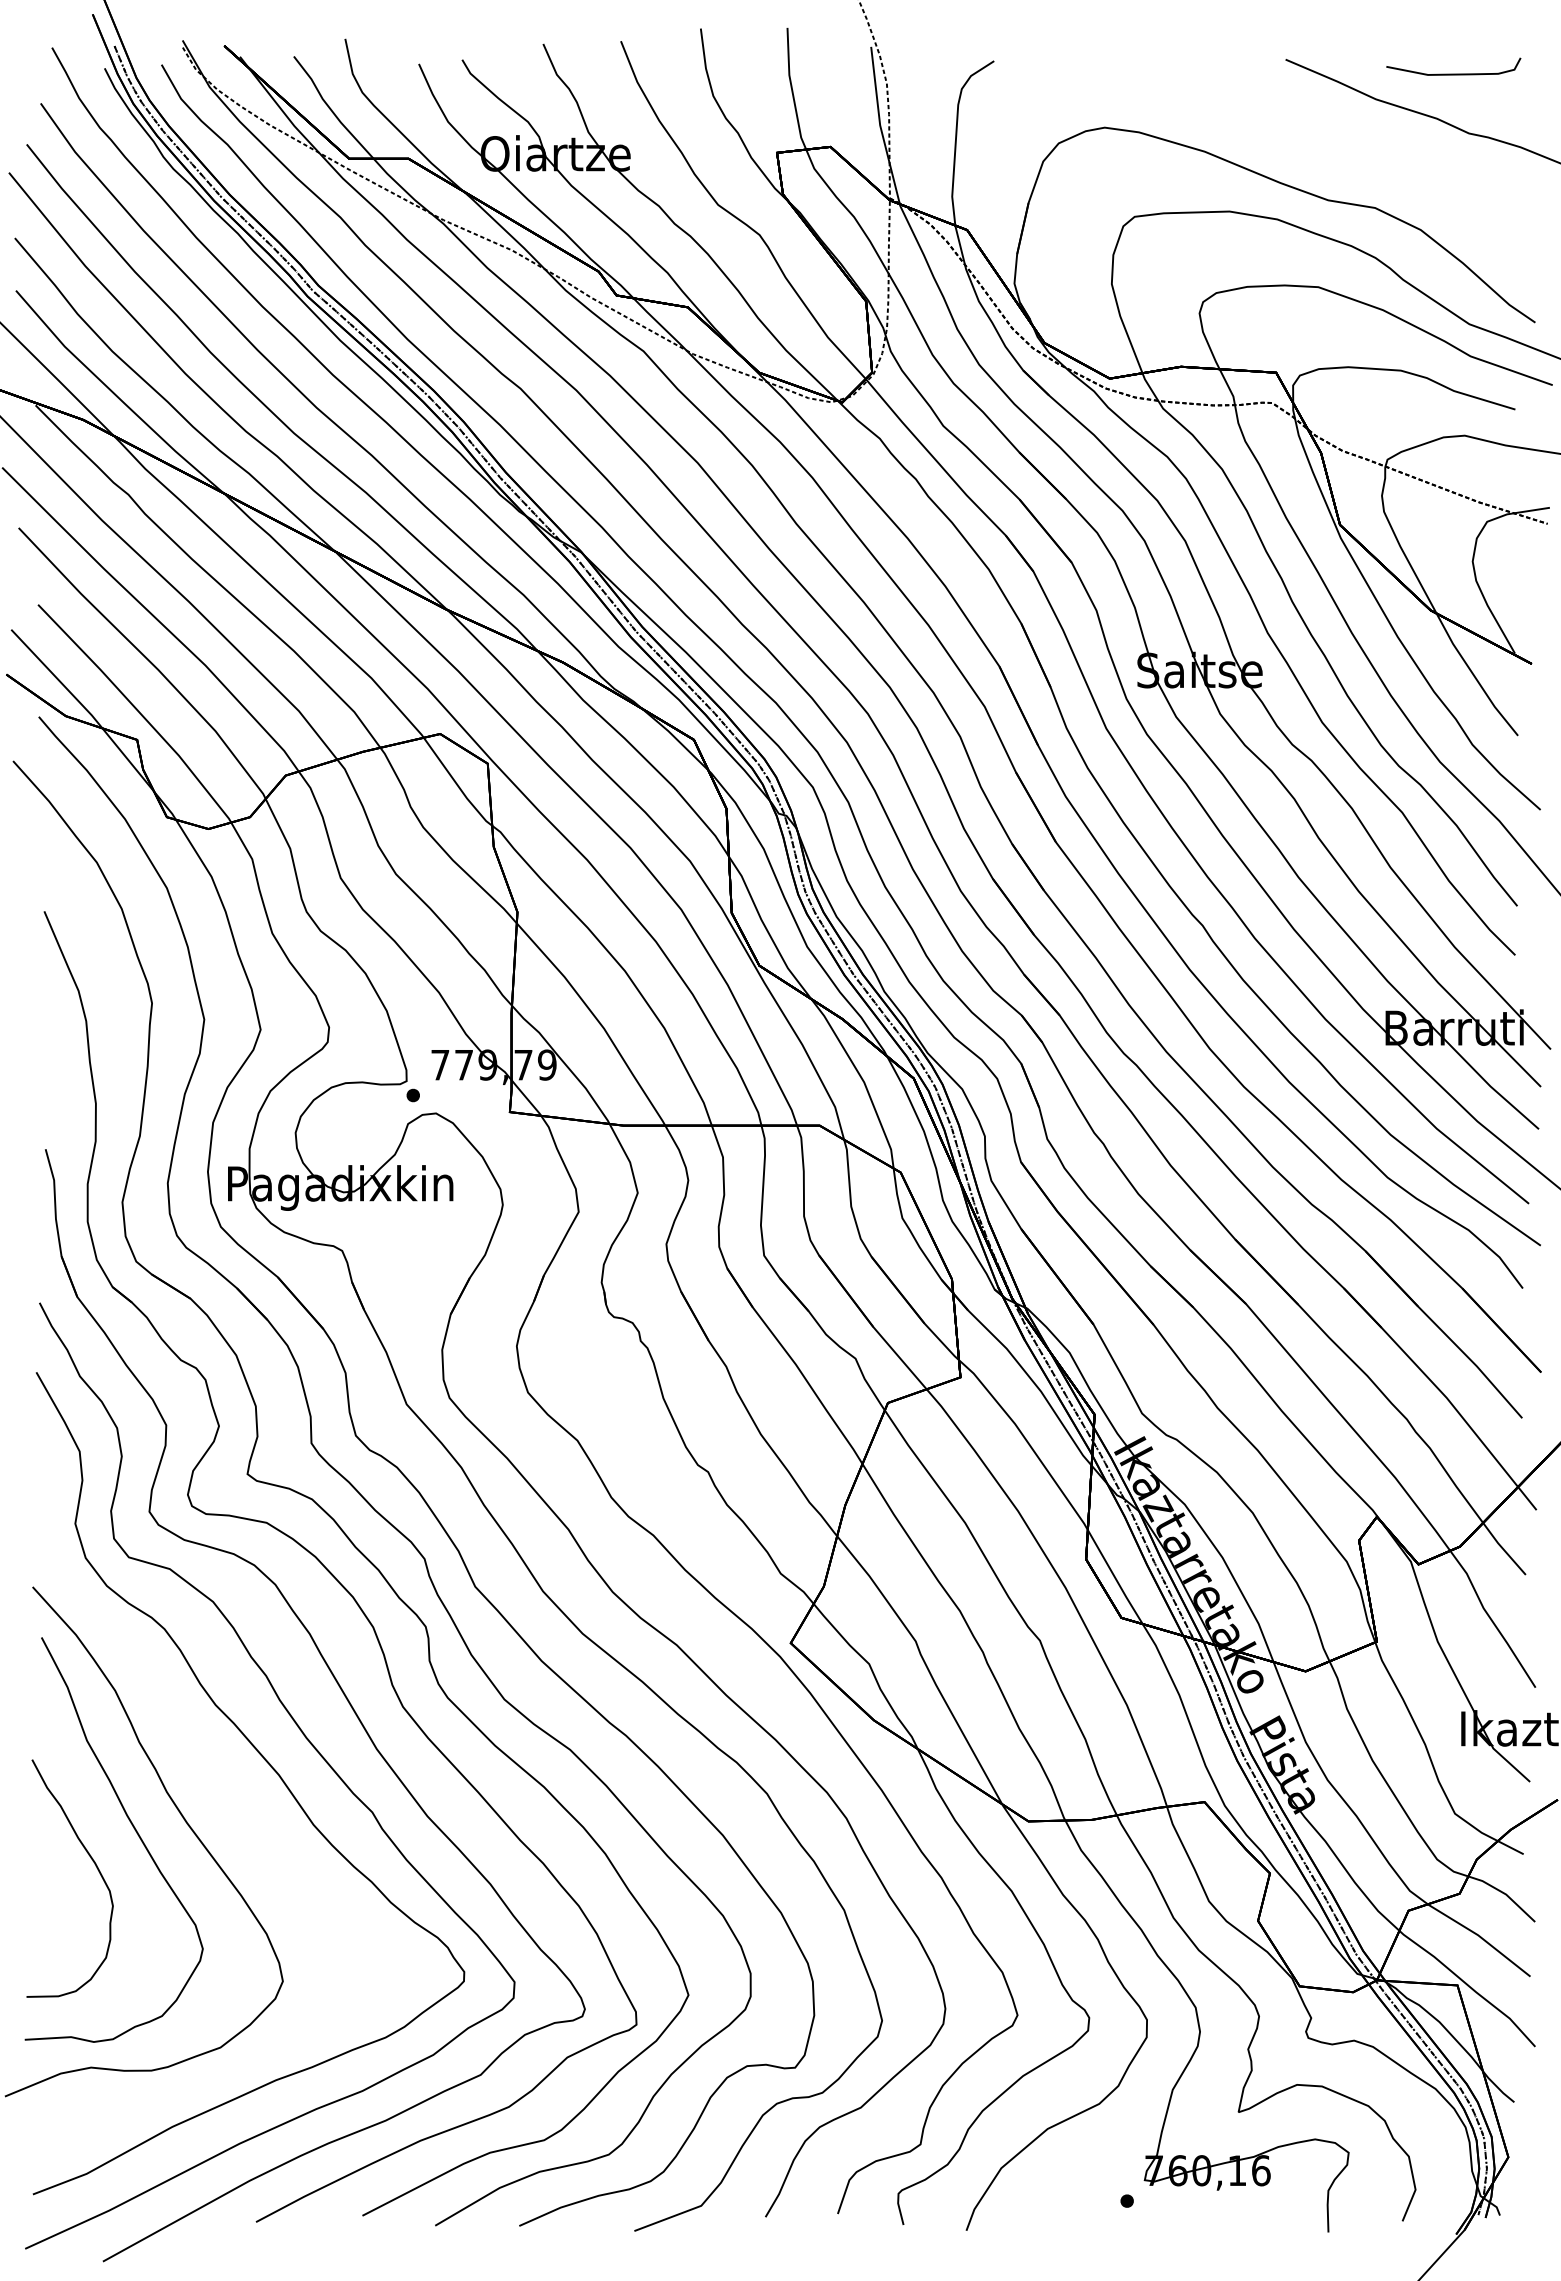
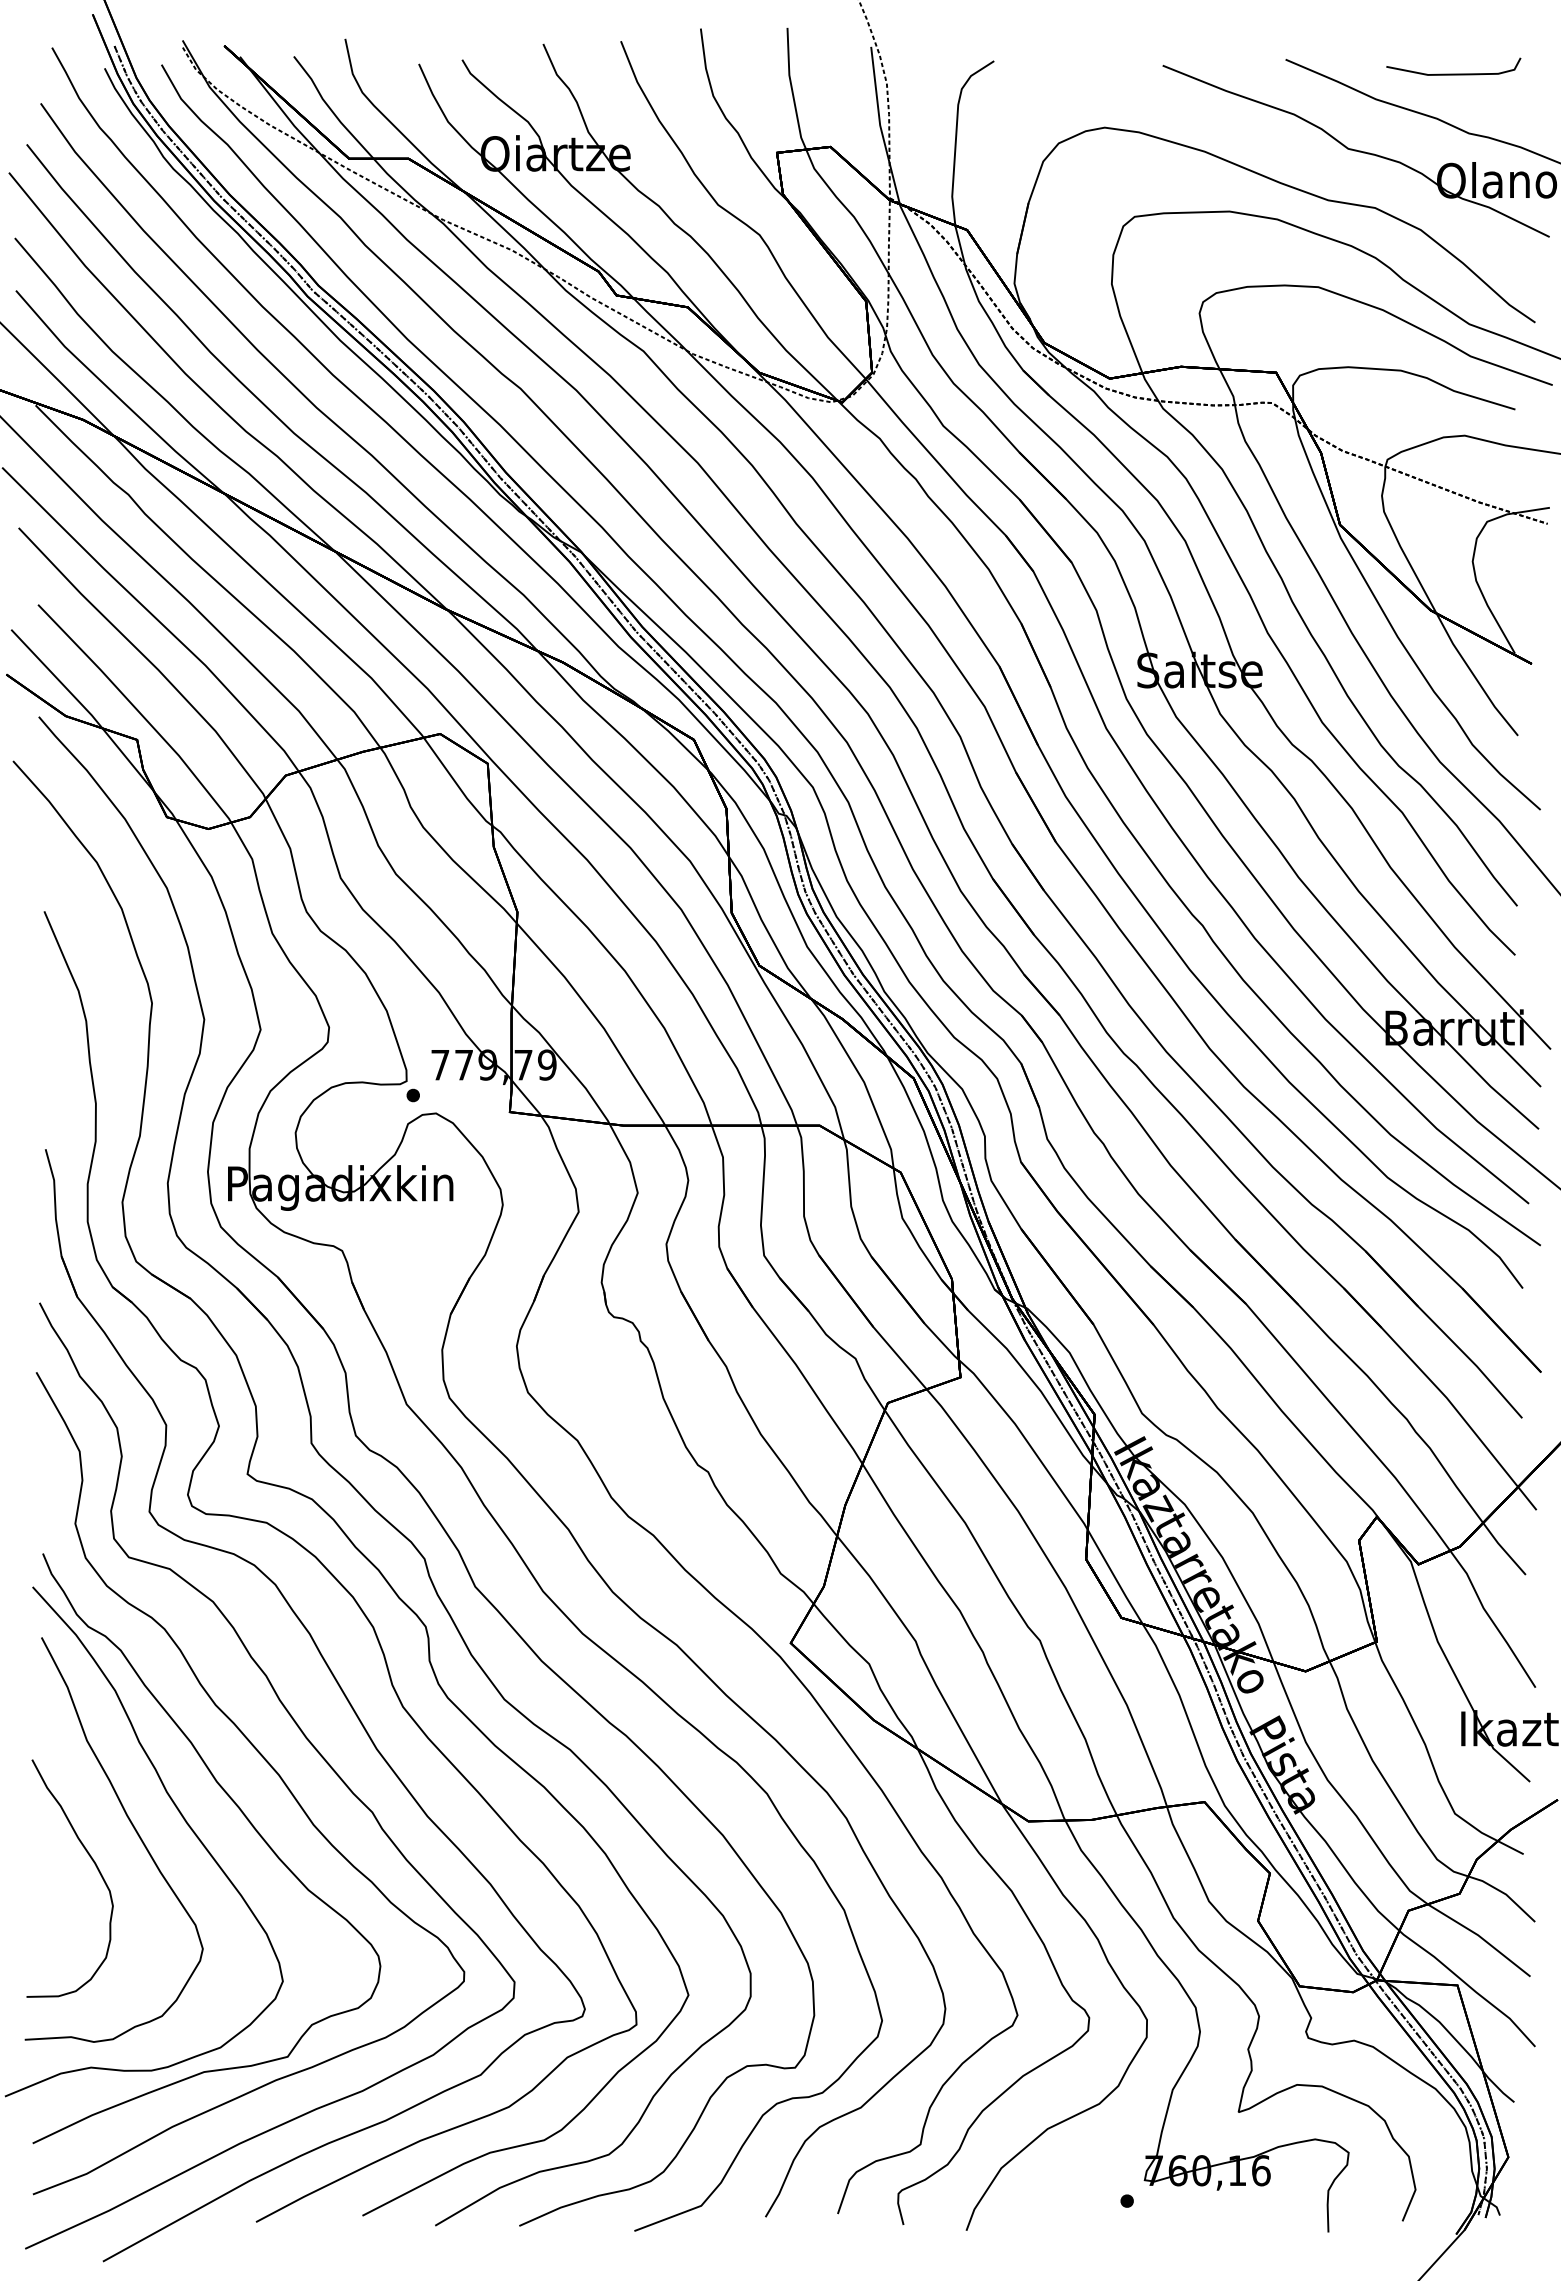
part at (1359, 151): none -> present
curve at (246, 1819): none -> present
